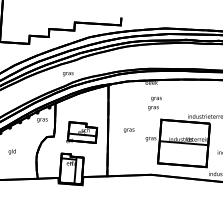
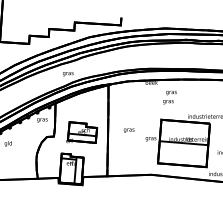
text at (154, 103) position: (154, 103) -> (169, 97)
text at (11, 151) position: (11, 151) -> (7, 143)
